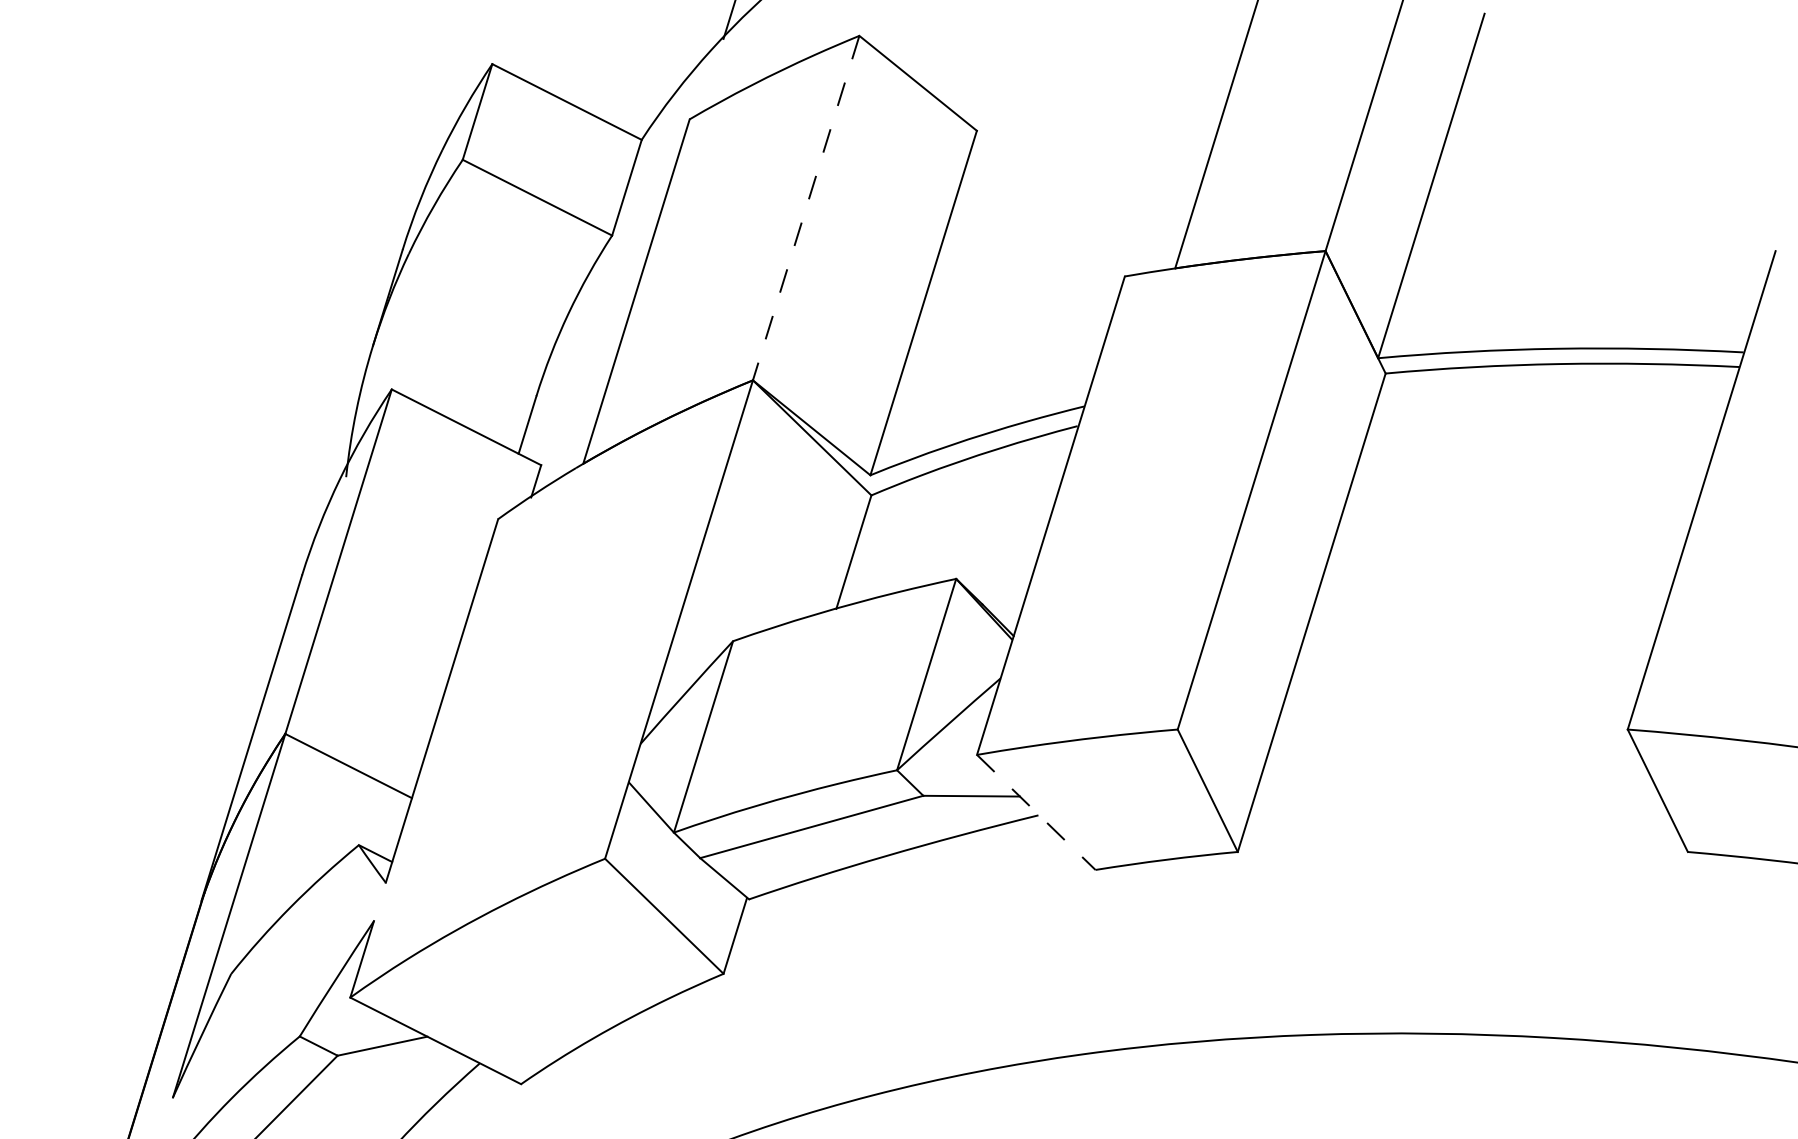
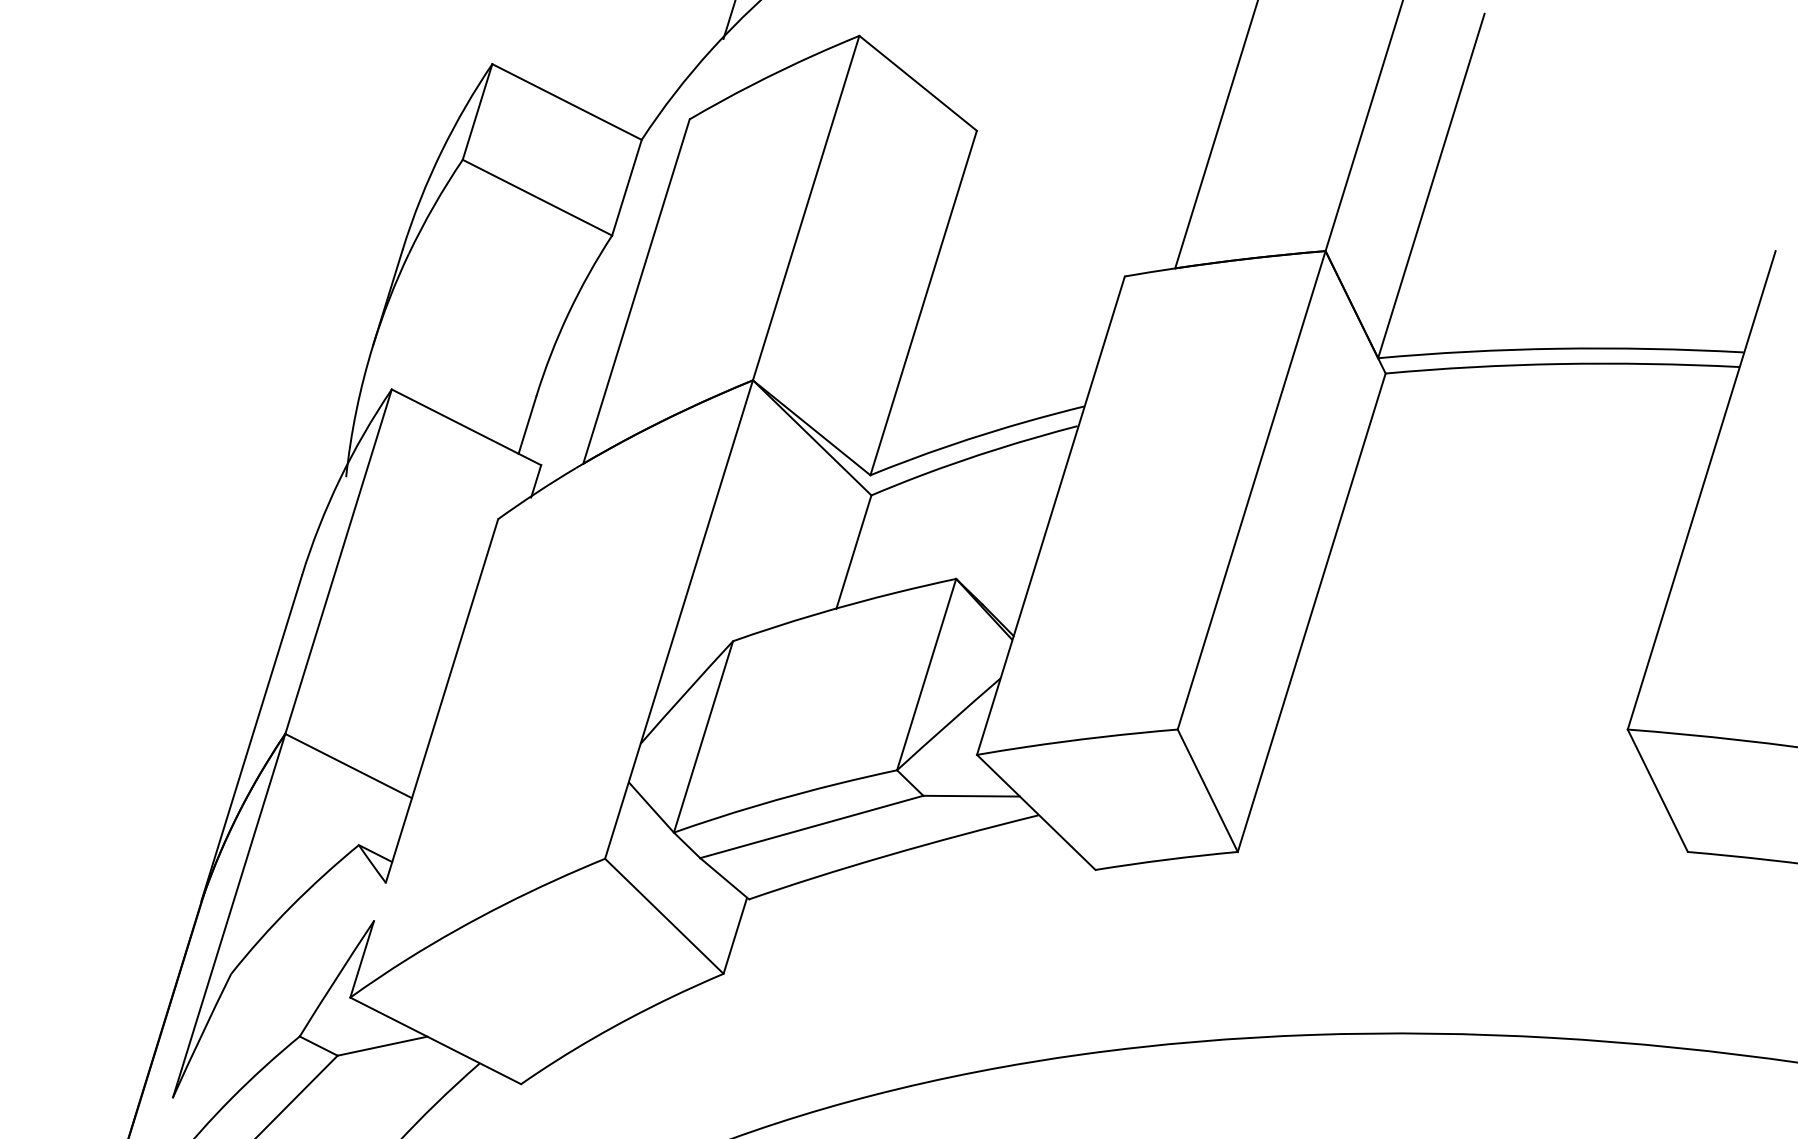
line at (806, 208): dashed -> solid
line at (1036, 812): dashed -> solid
